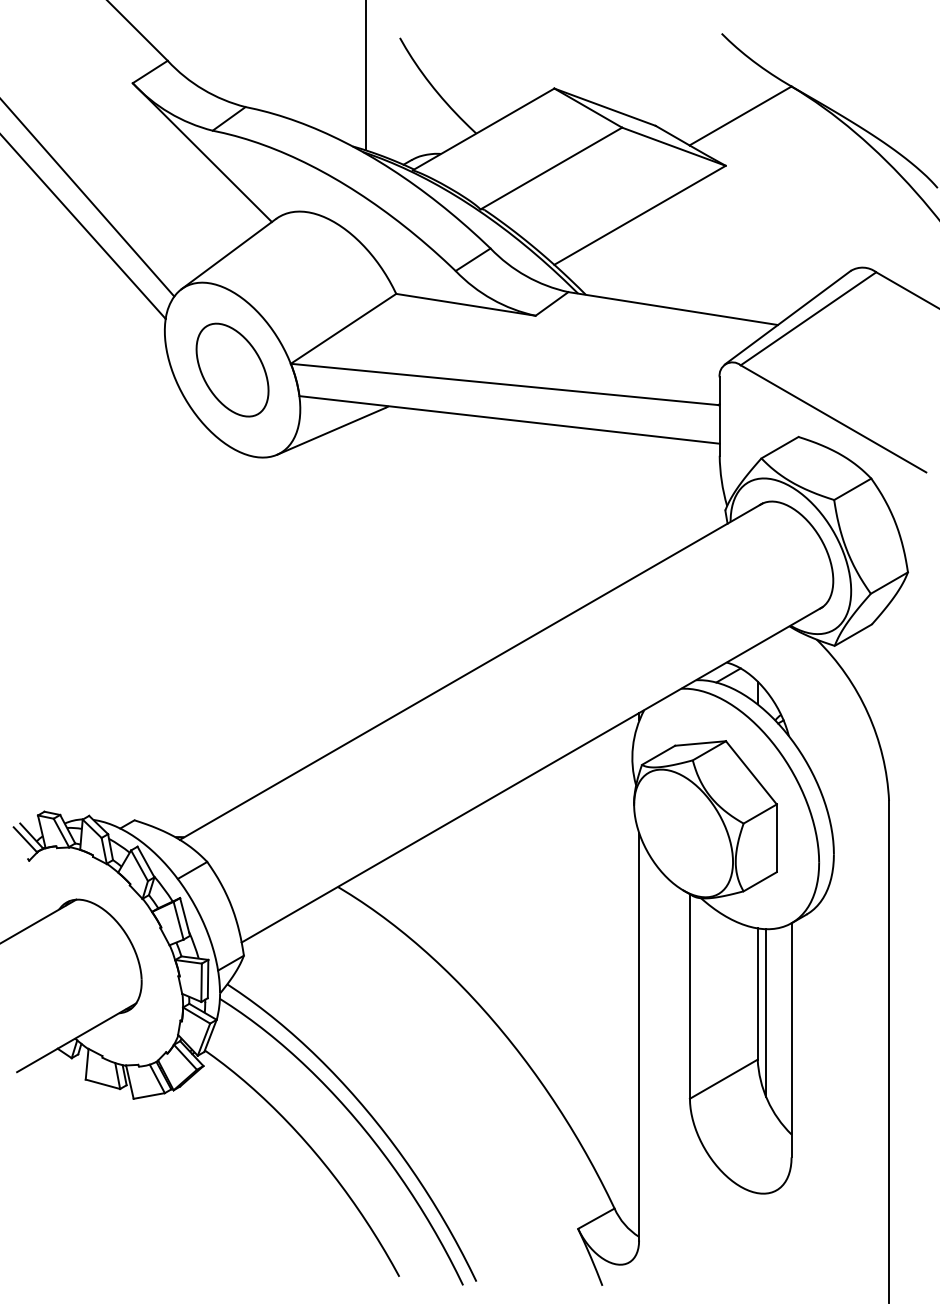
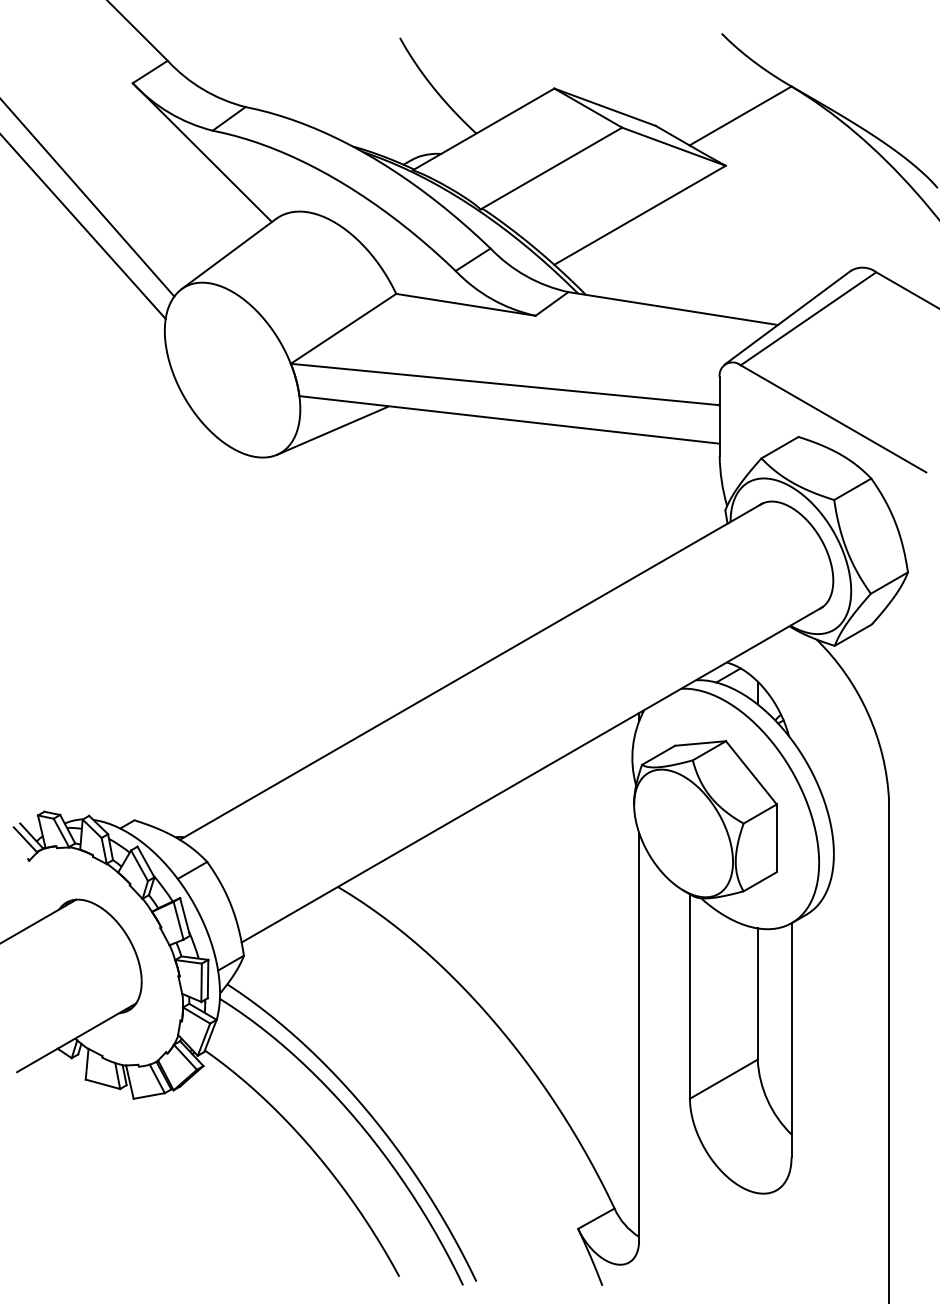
line at (365, 76): present -> none
part at (232, 369): present -> none
line at (766, 1012): present -> none
